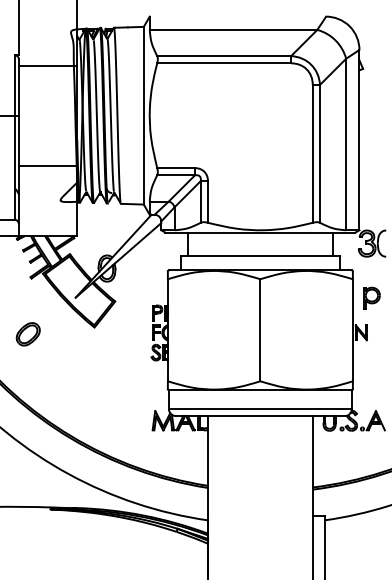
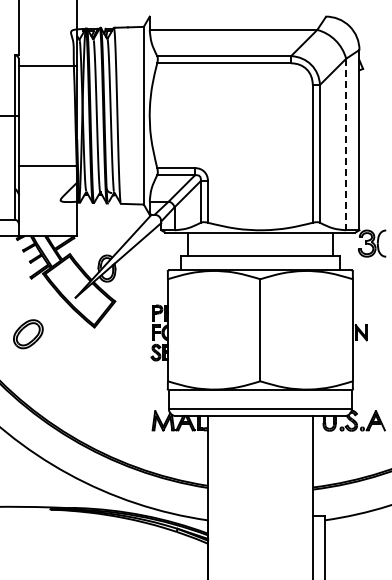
line at (346, 144): solid -> dashed
part at (371, 297): present -> none
part at (27, 334) size: 26x25 px -> 31x31 px
